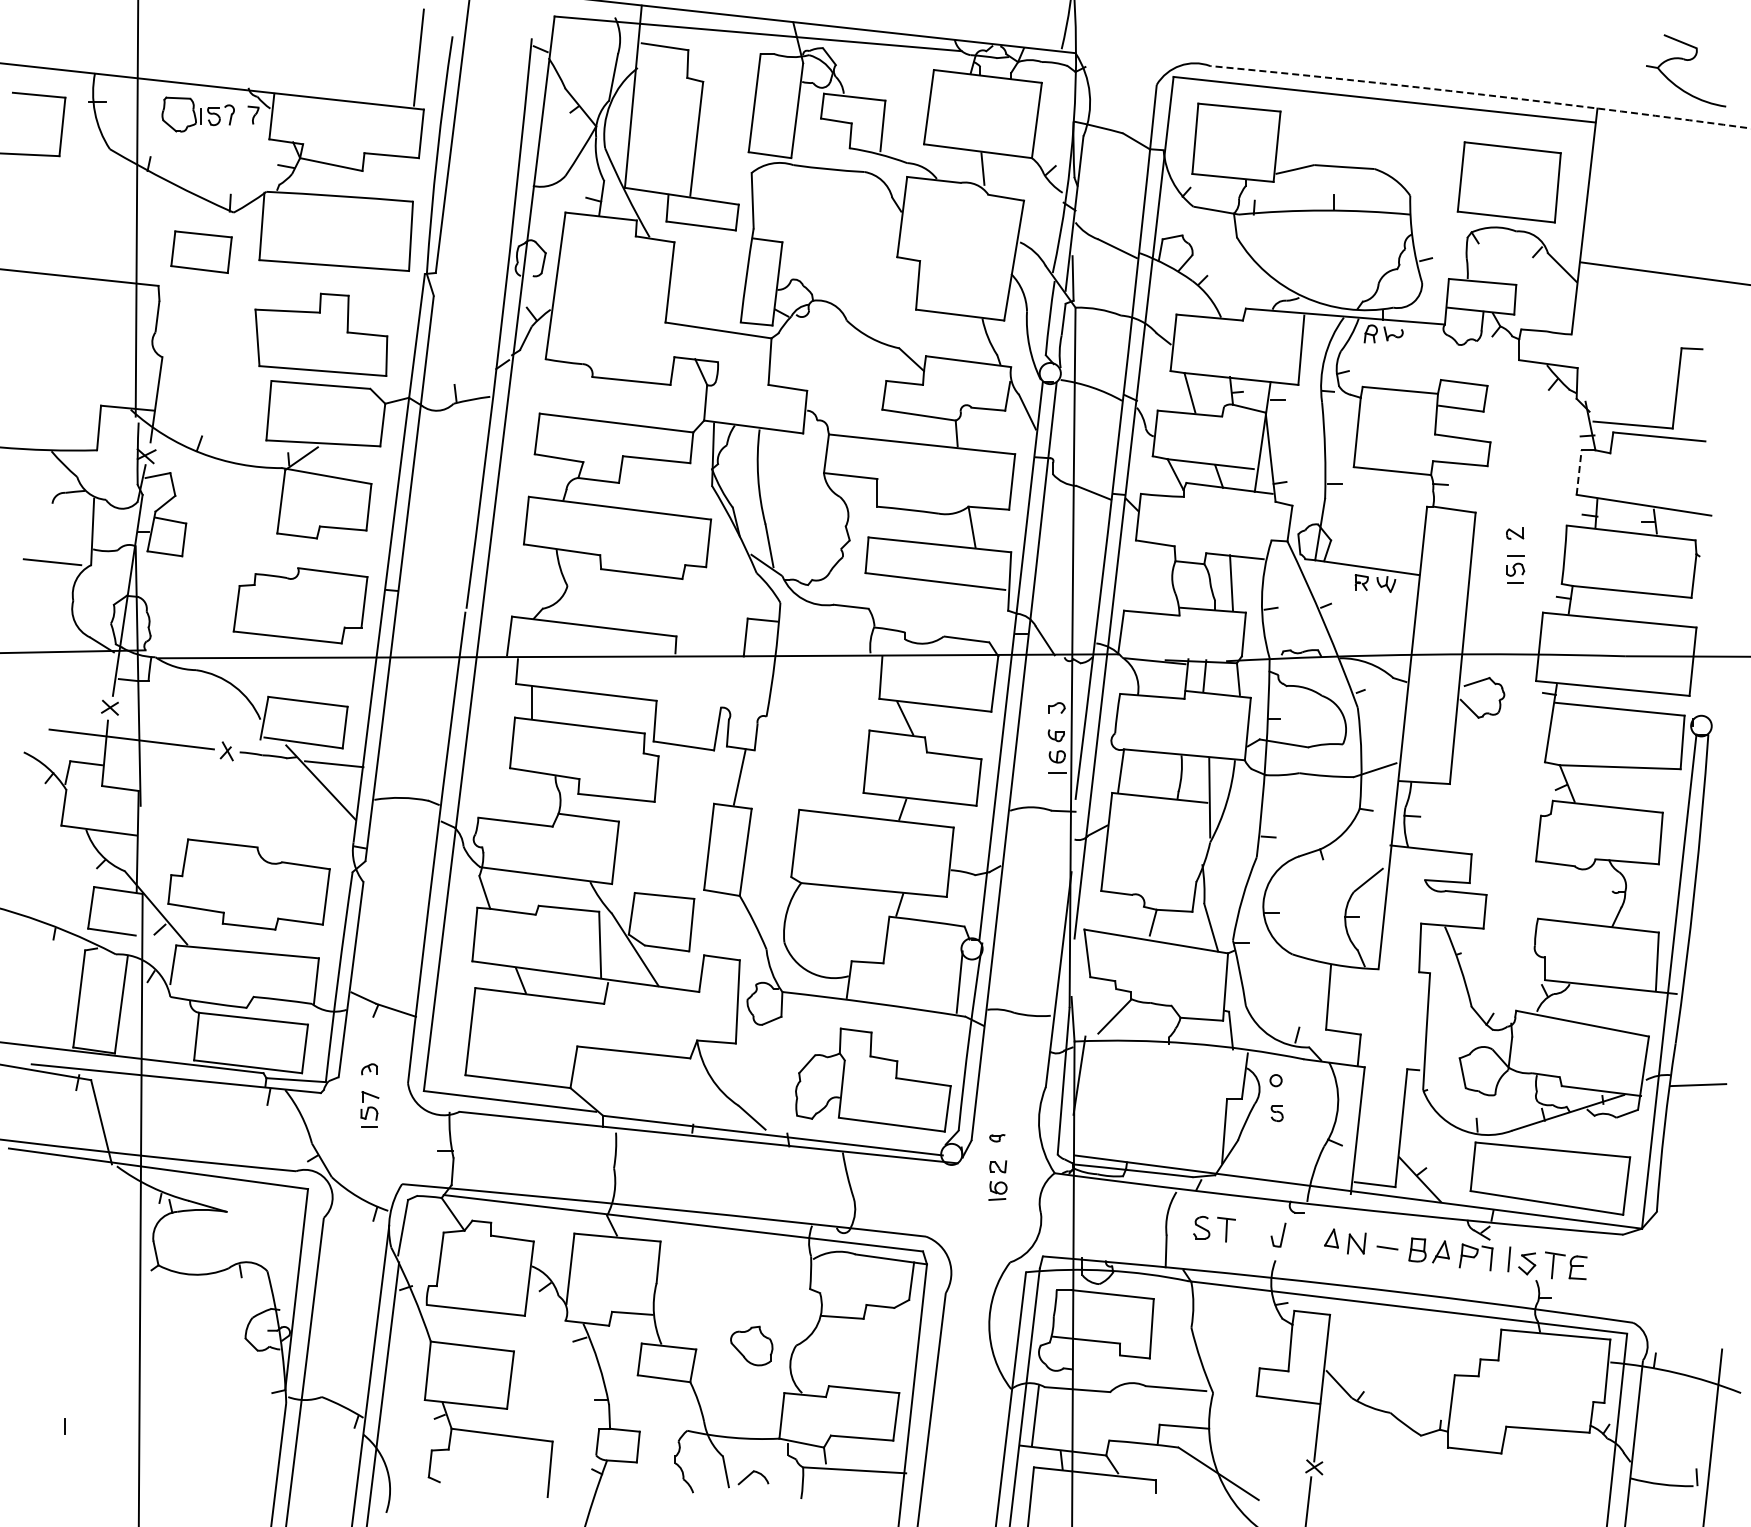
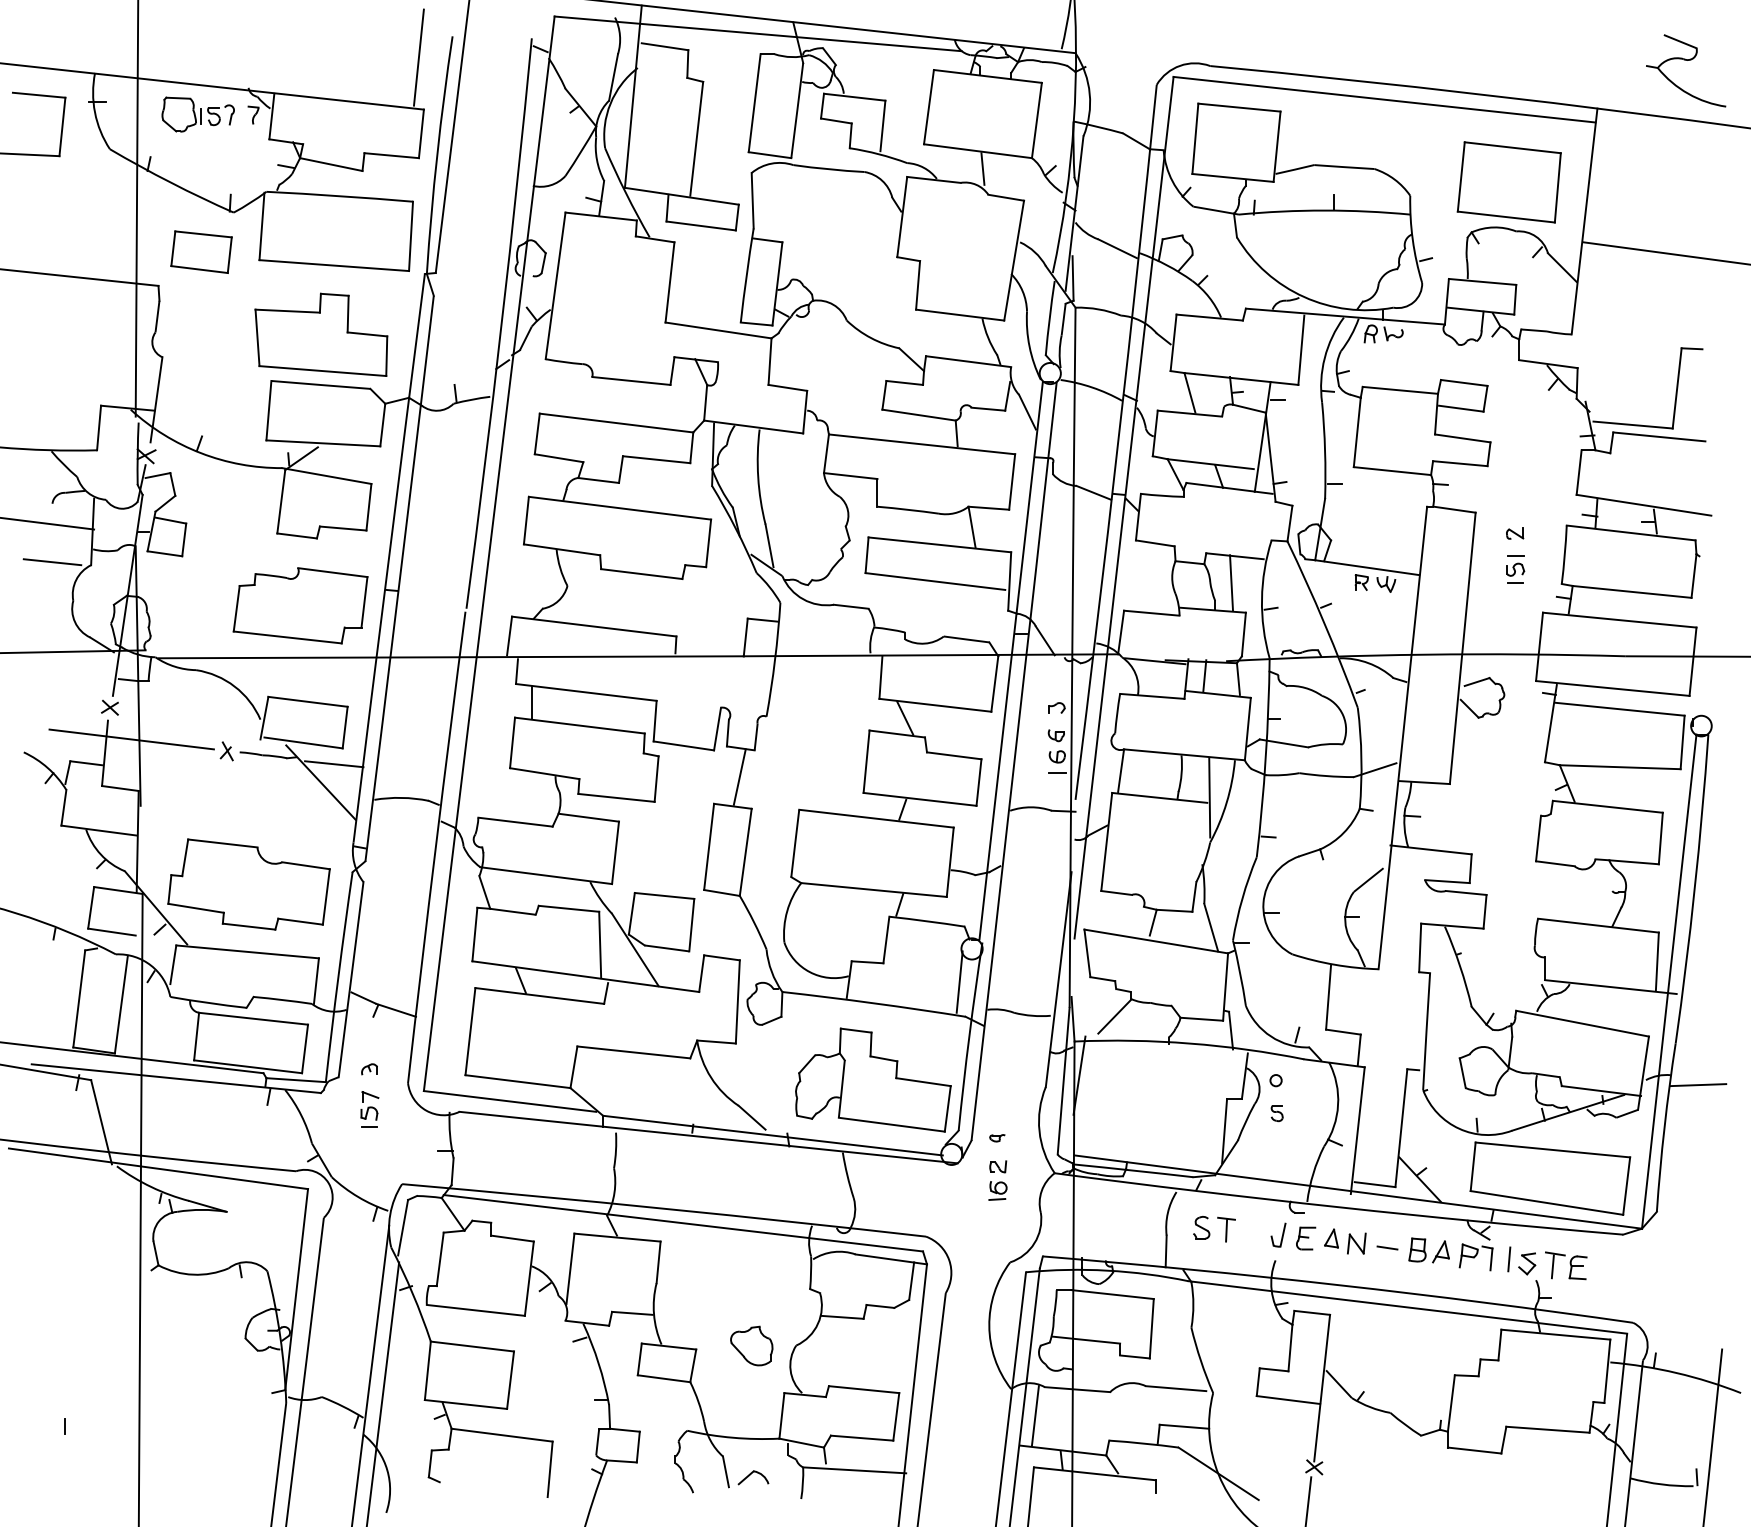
arc at (1481, 94): dashed -> solid
line at (1663, 273) position: (1663, 273) -> (1665, 253)
line at (1579, 472): dashed -> solid
line at (48, 523): none -> present
part at (1306, 1238): none -> present
